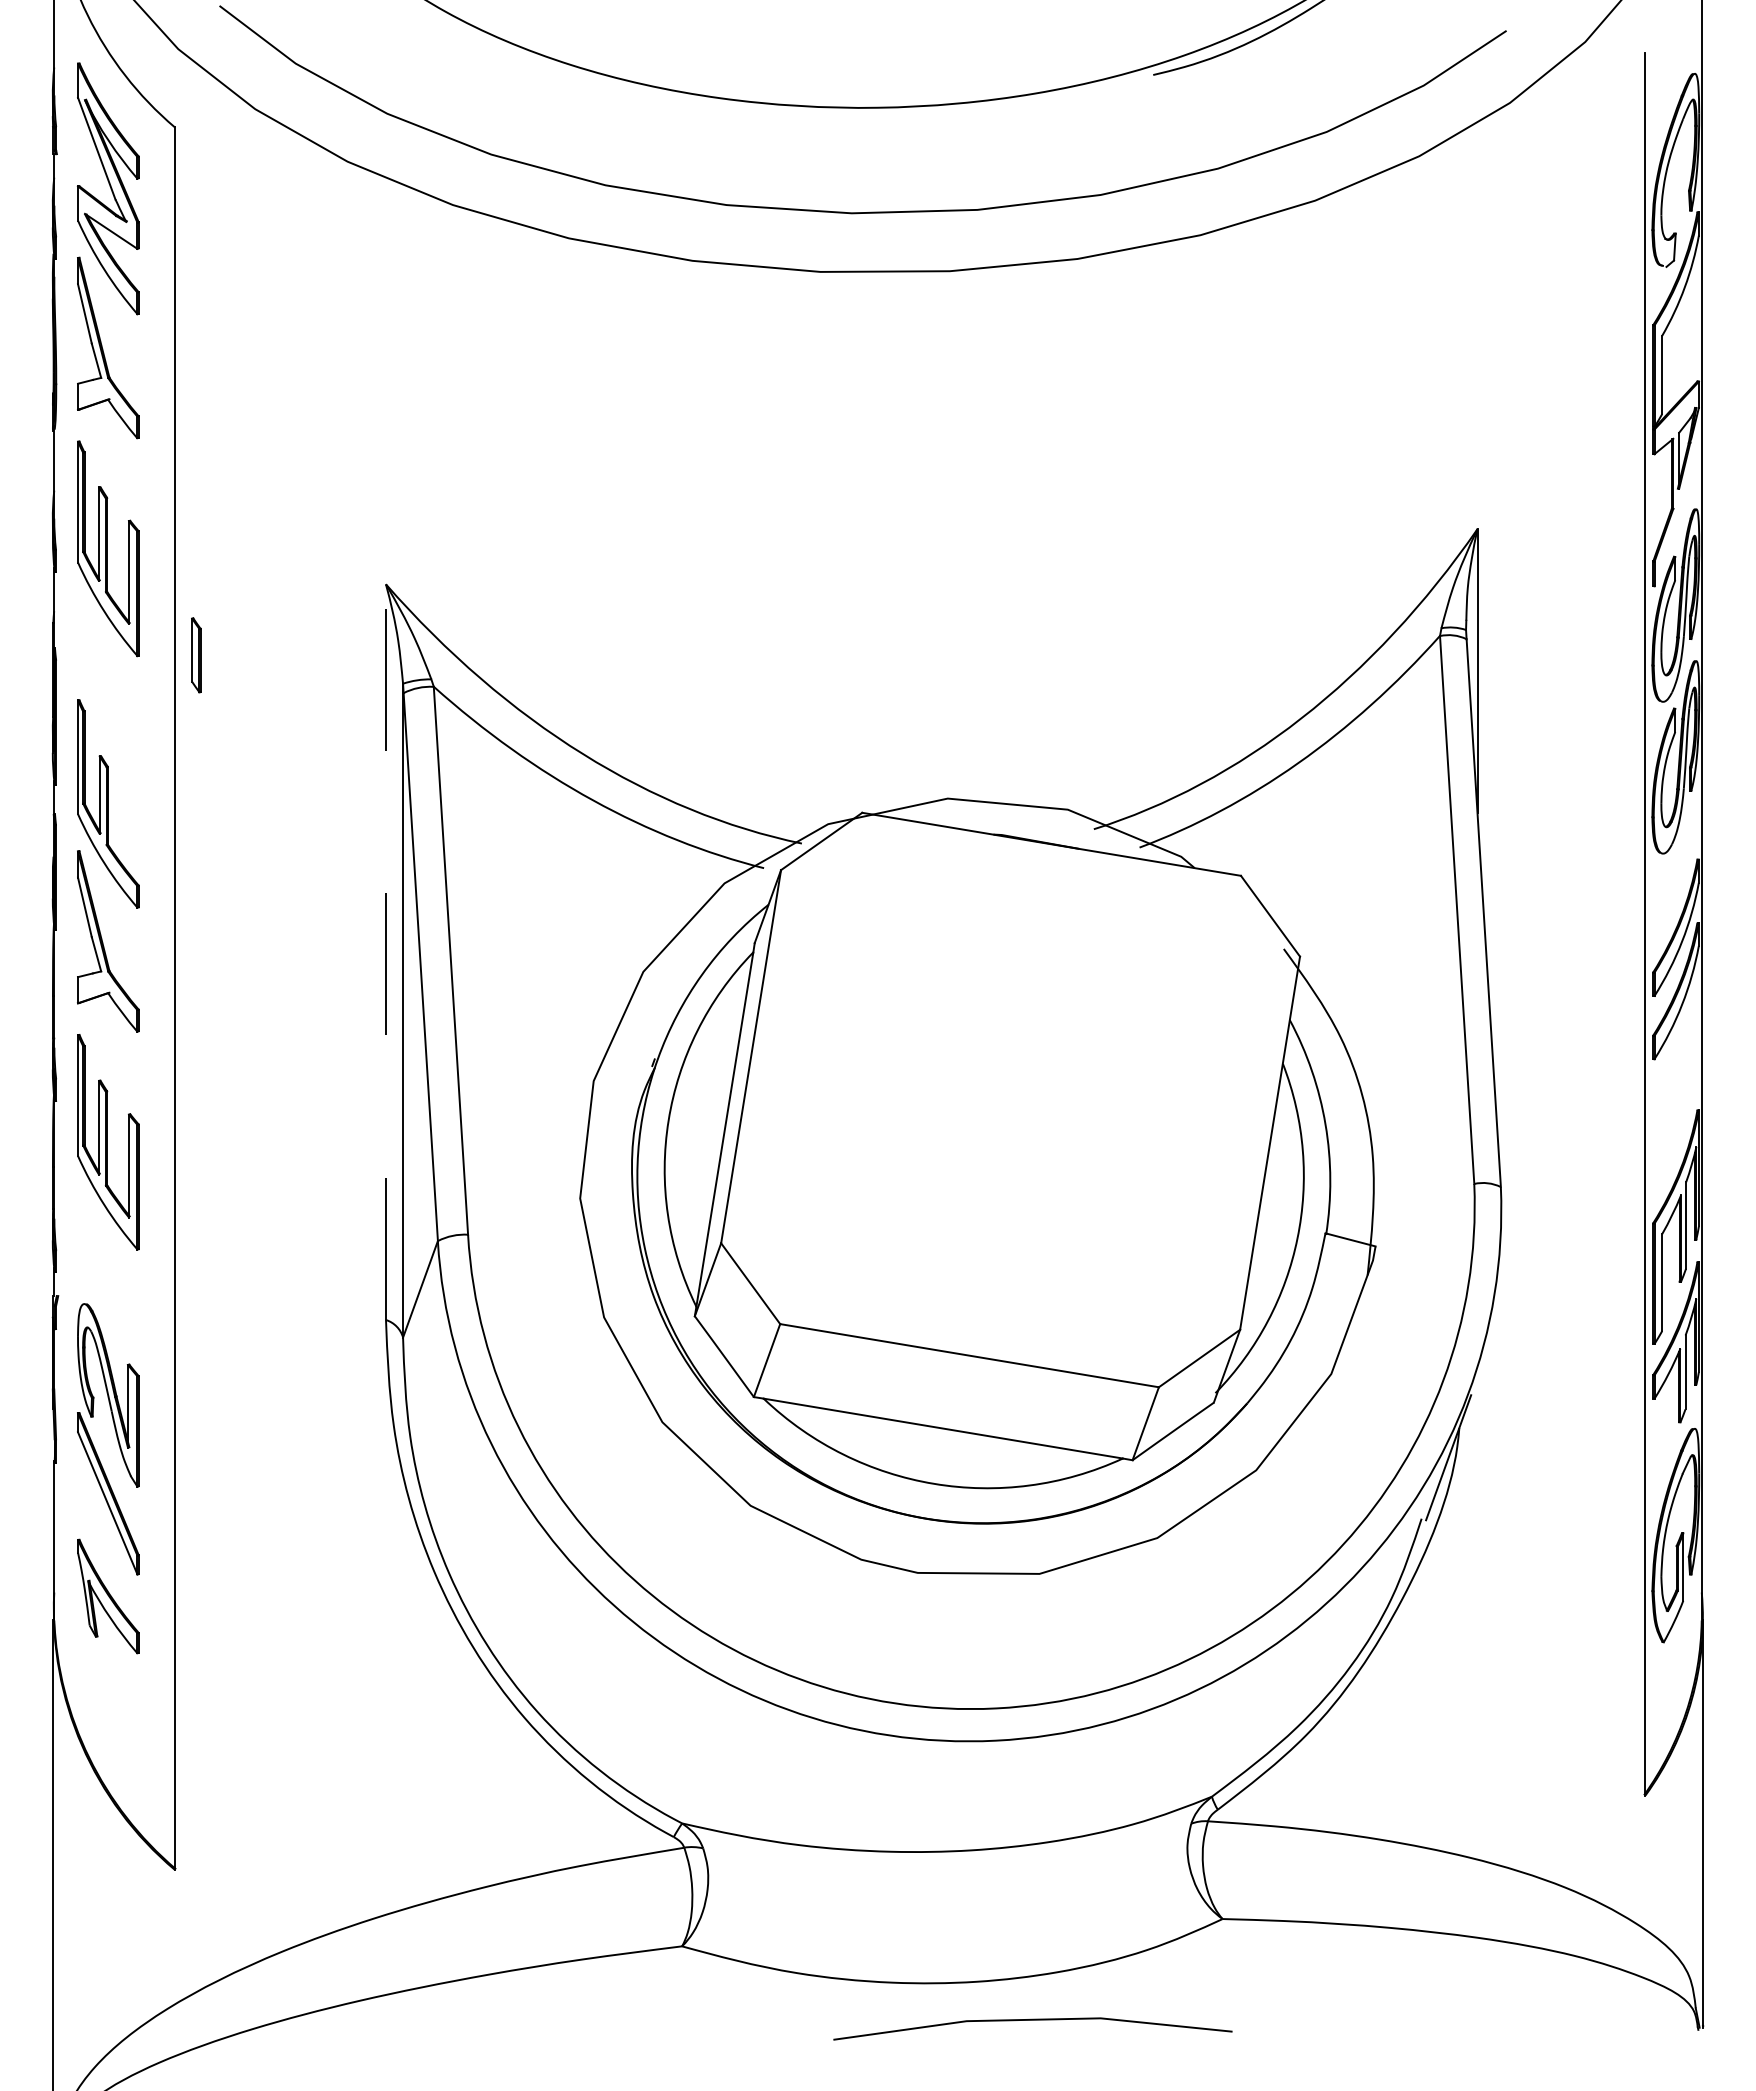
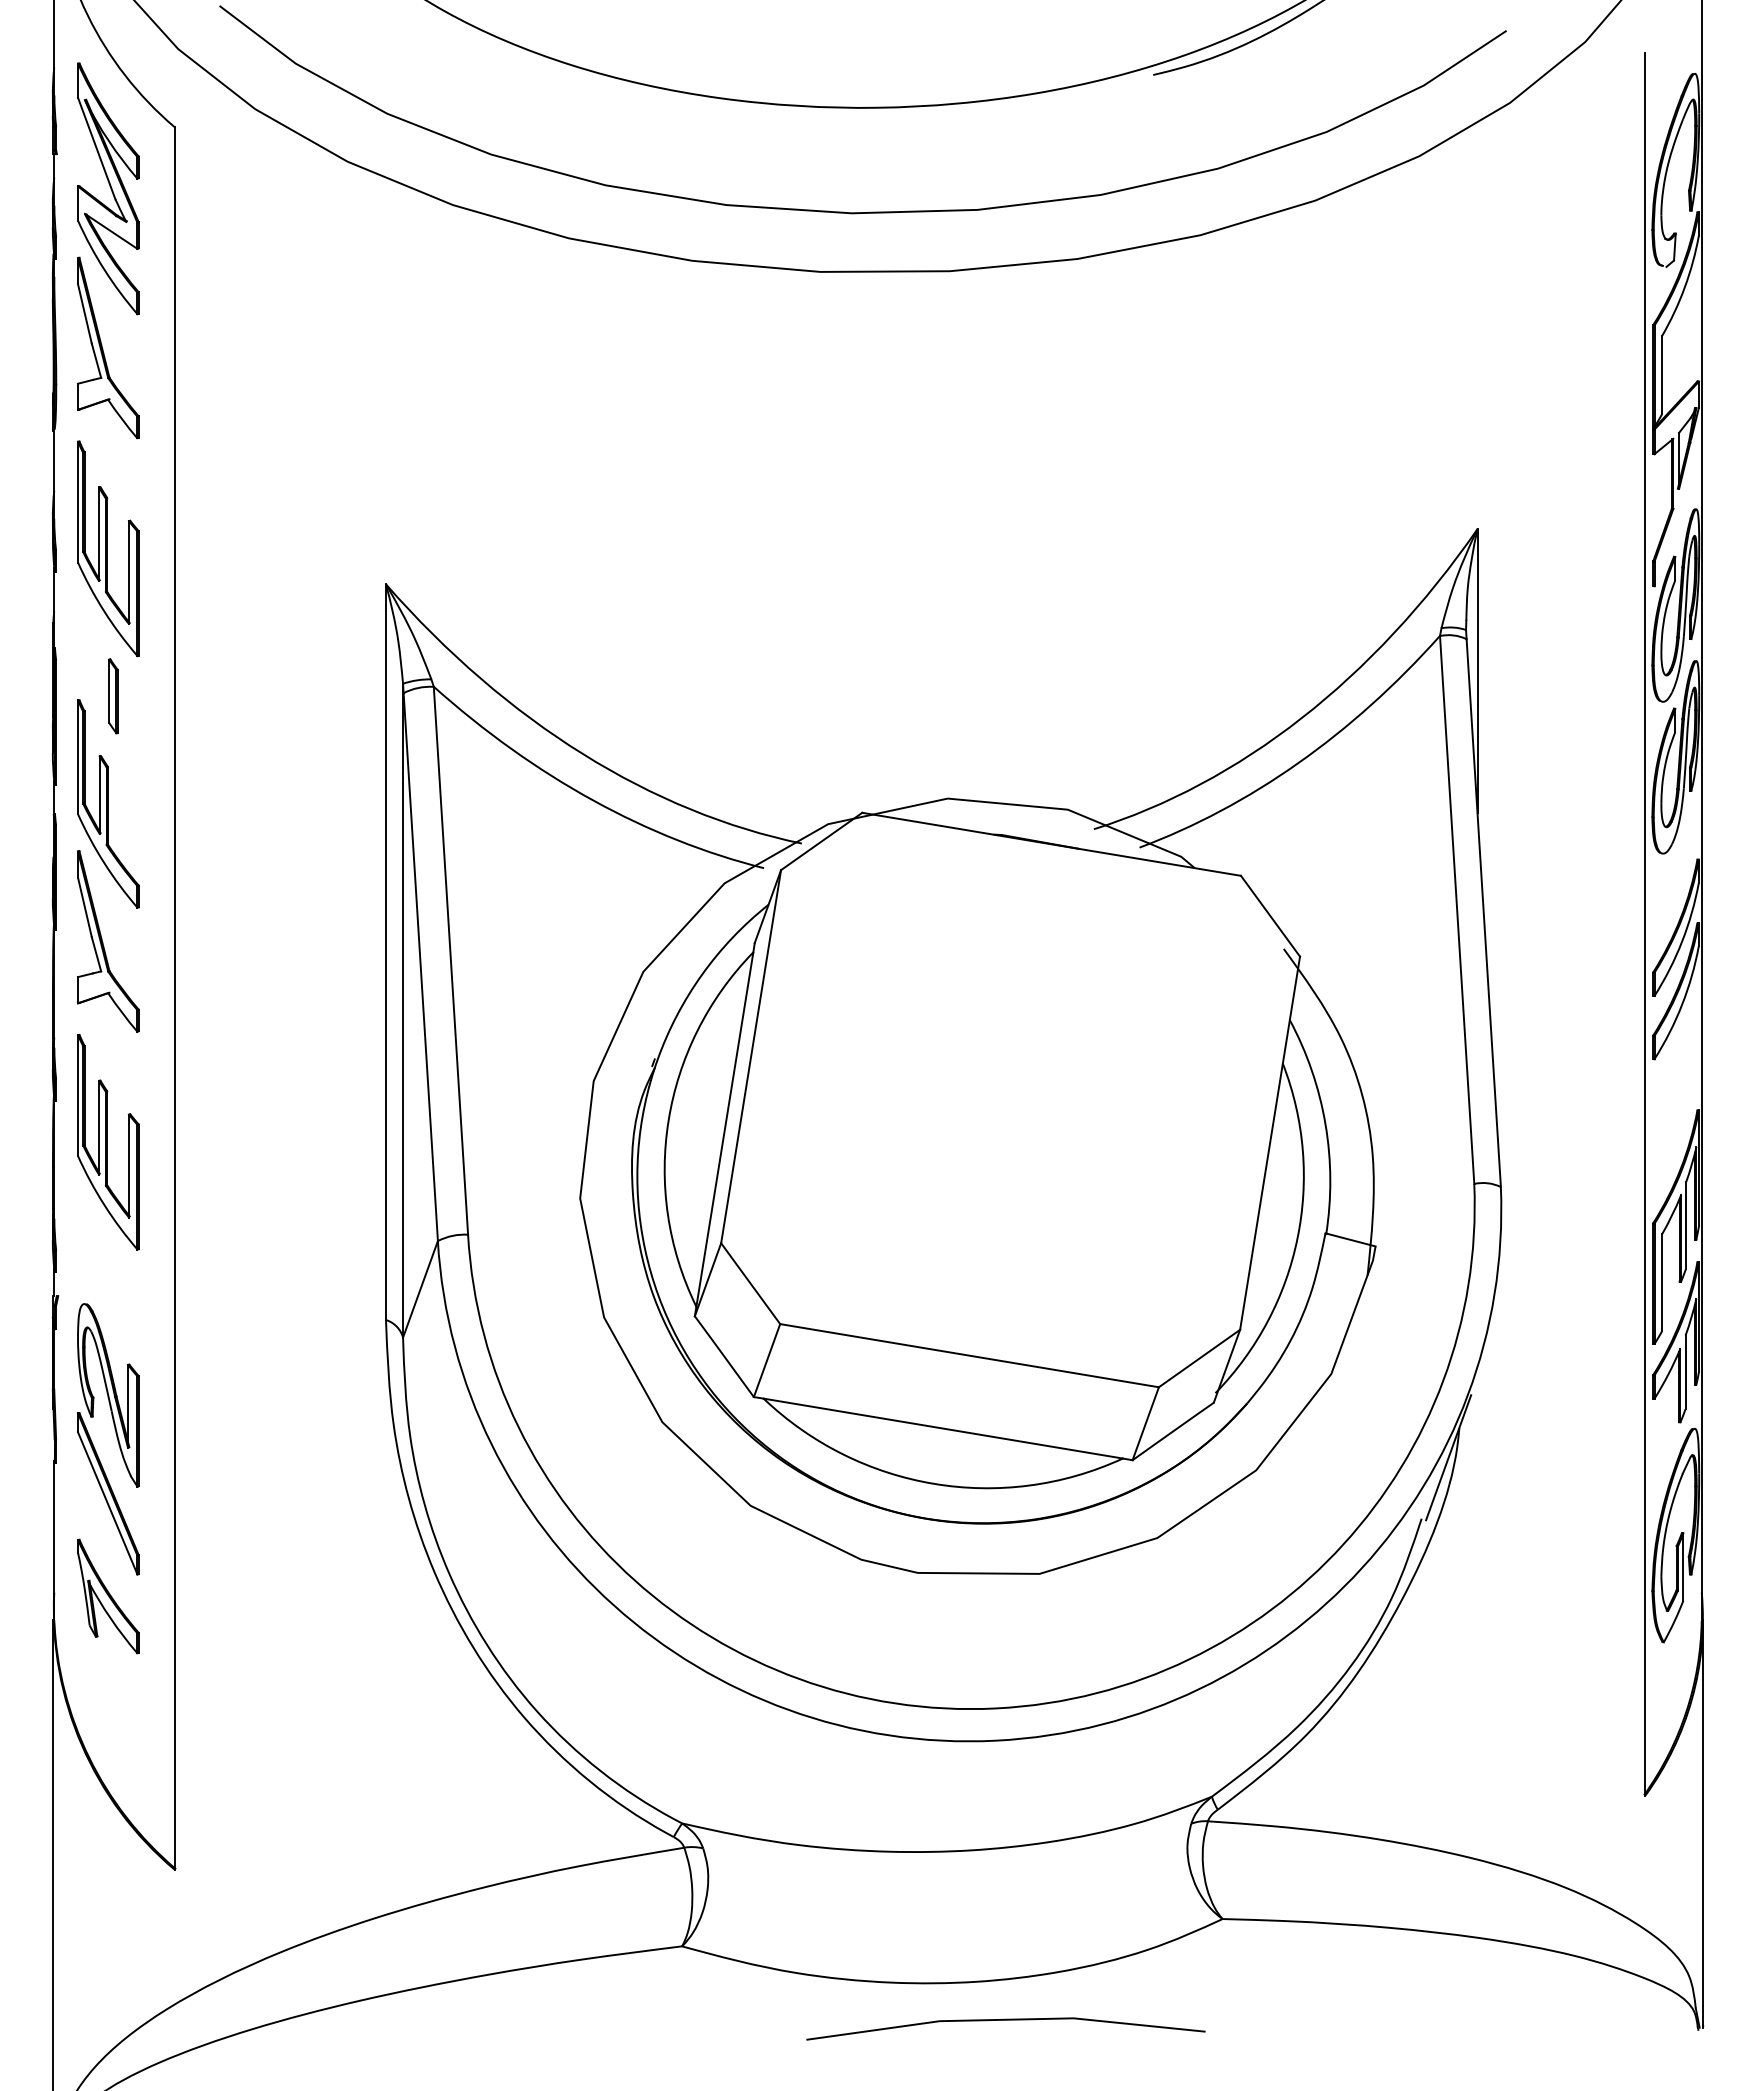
part at (196, 655) position: (196, 655) -> (113, 696)
line at (386, 952): dashed -> solid
line at (1032, 2020) position: (1032, 2020) -> (1005, 2020)
